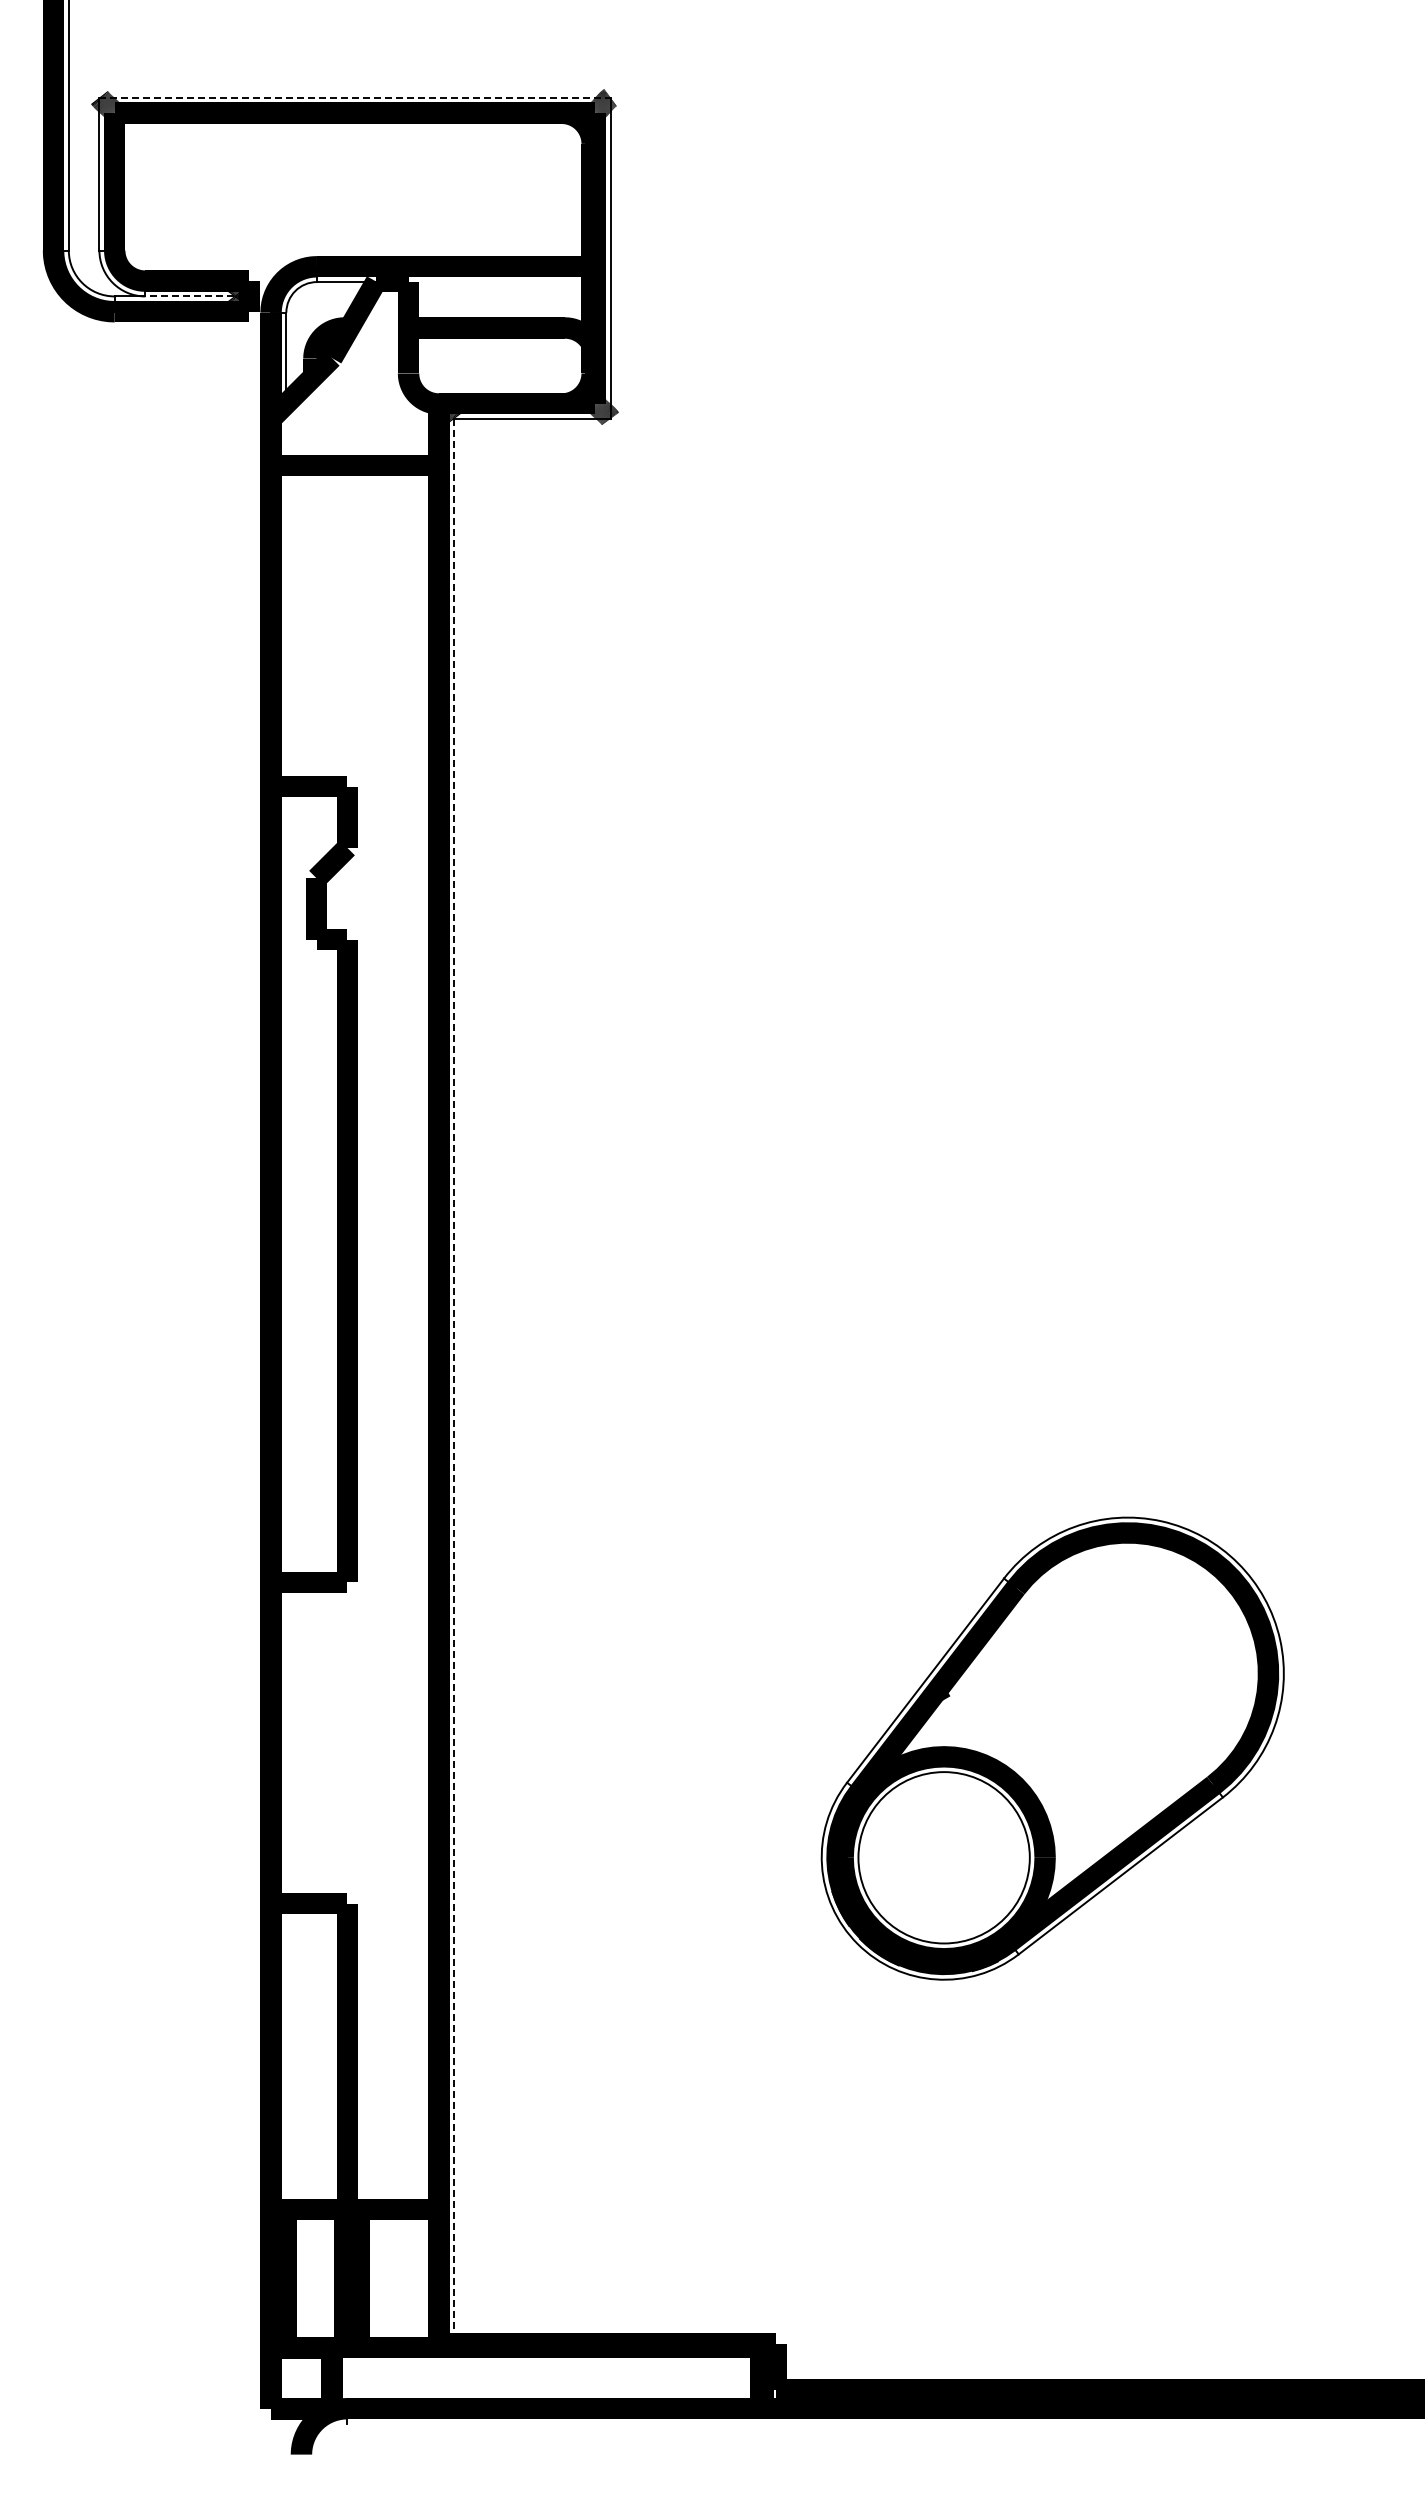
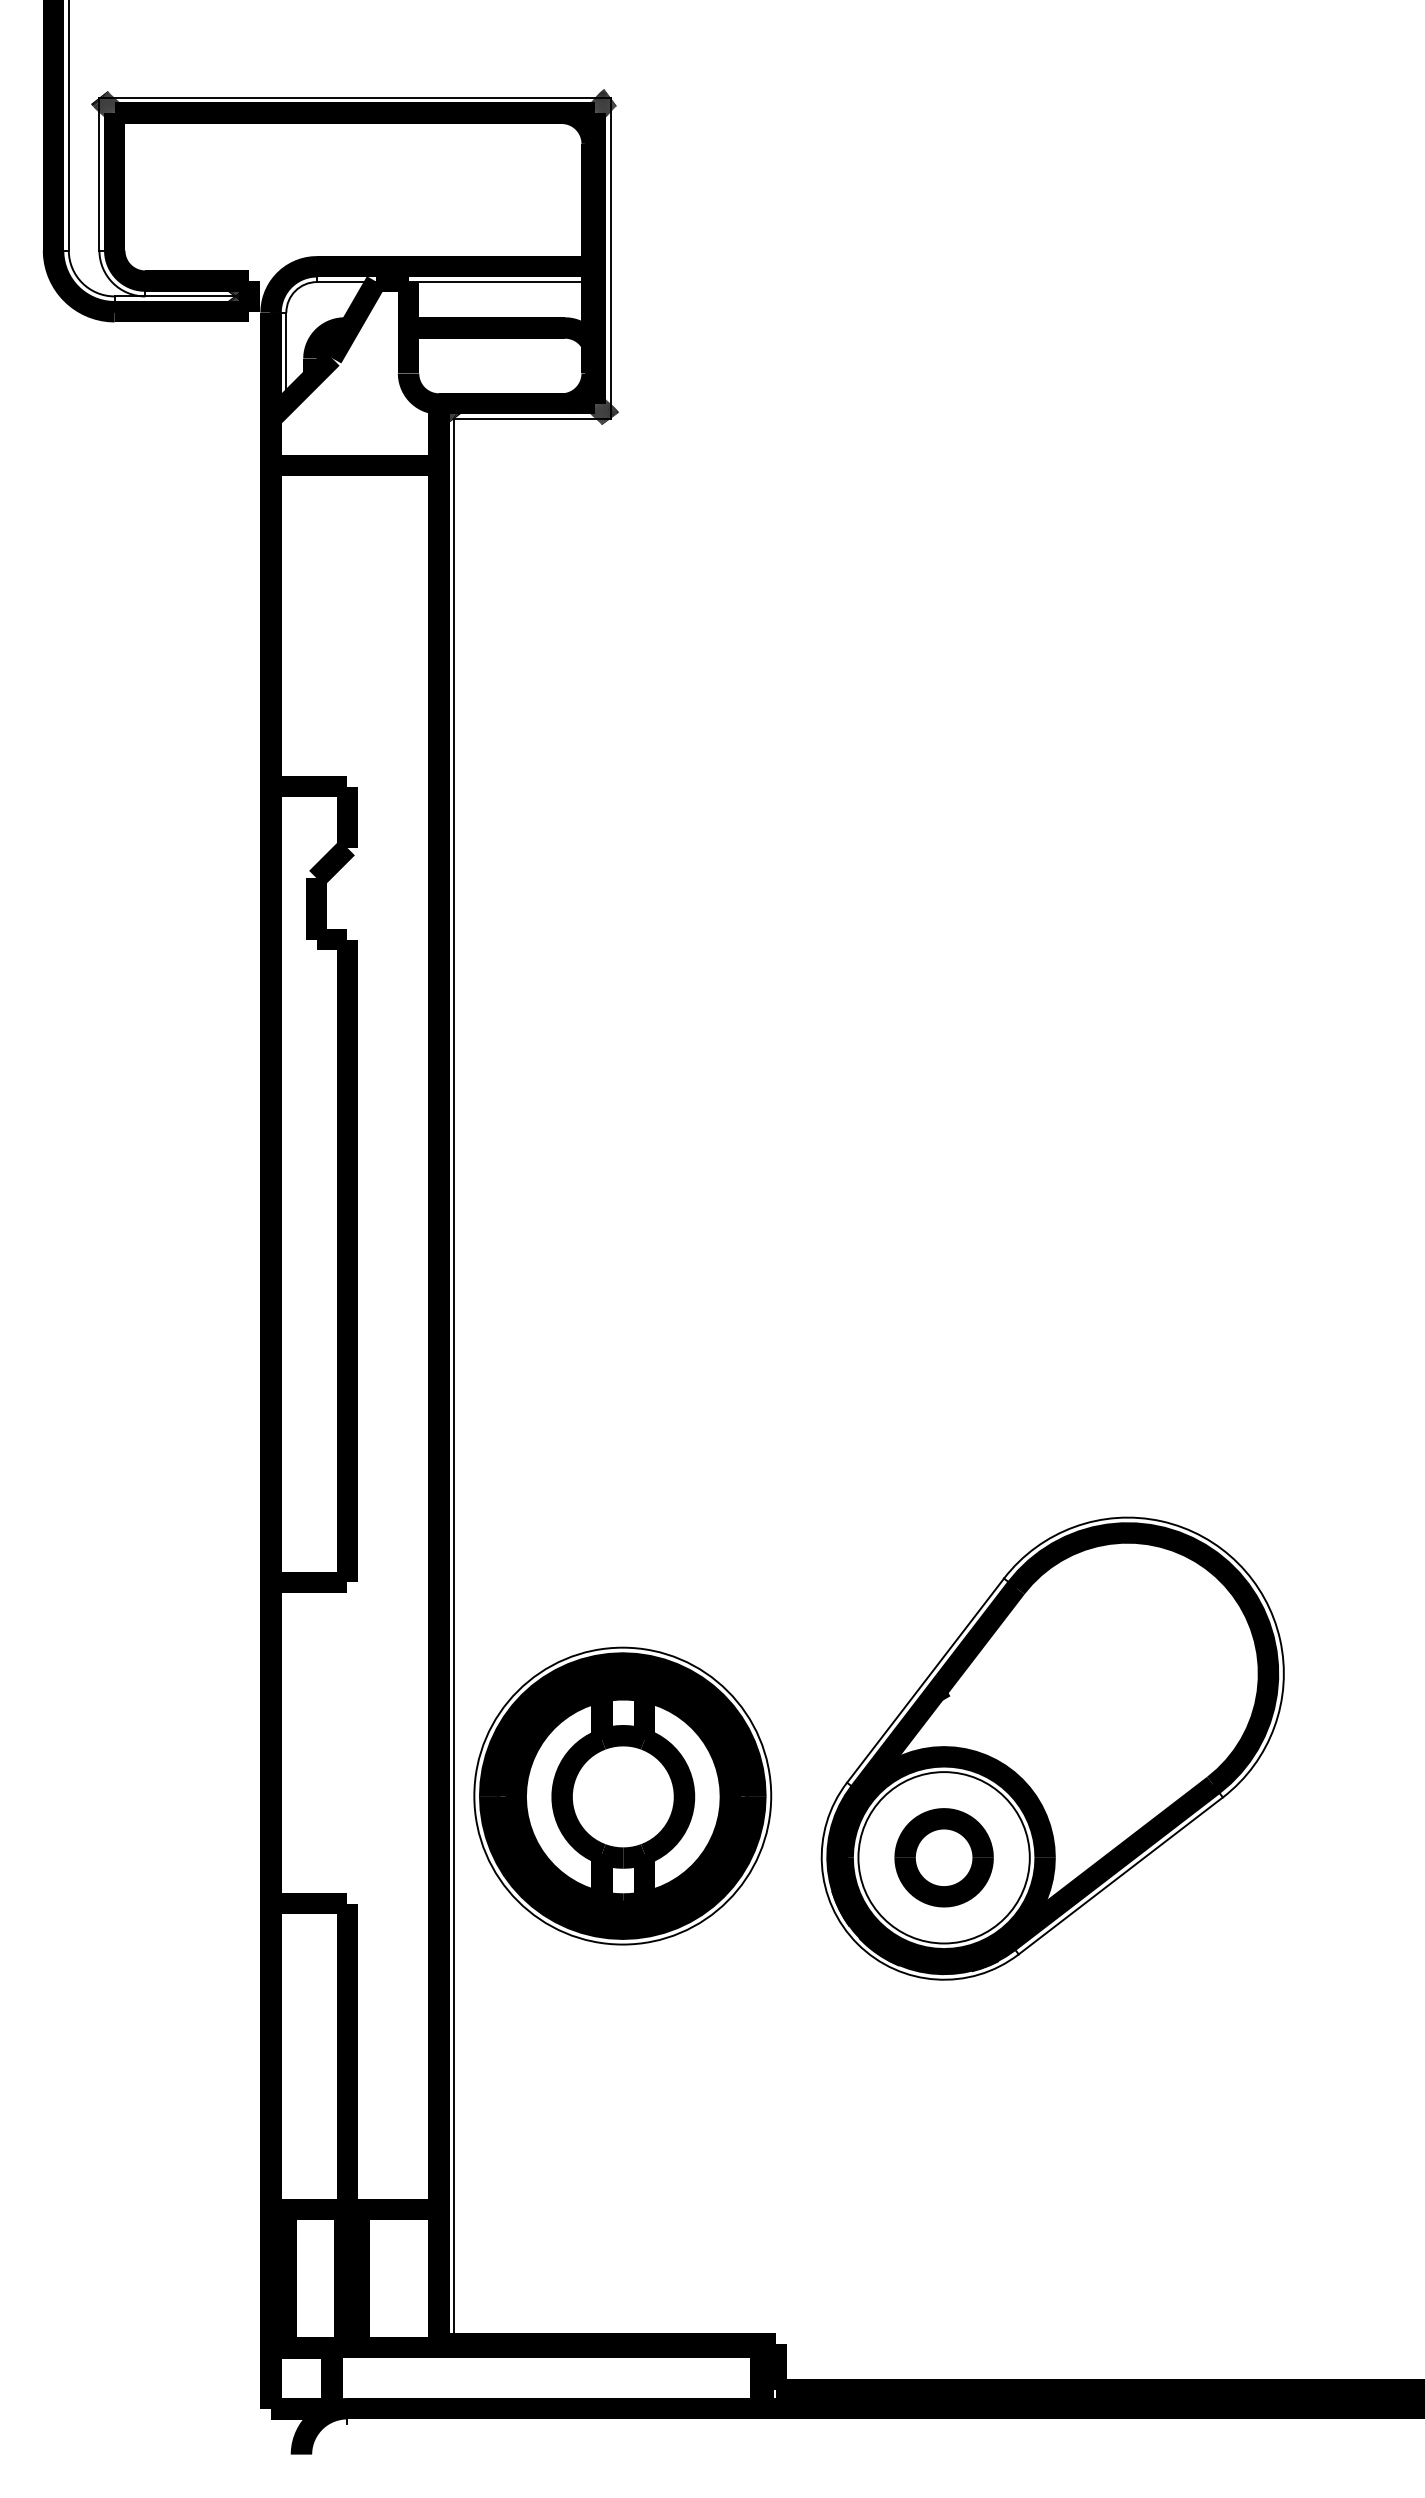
line at (354, 97): dashed -> solid
line at (500, 282): none -> present
line at (189, 296): dashed -> solid
line at (454, 1381): dashed -> solid
part at (622, 1795): none -> present
part at (943, 1857): none -> present
